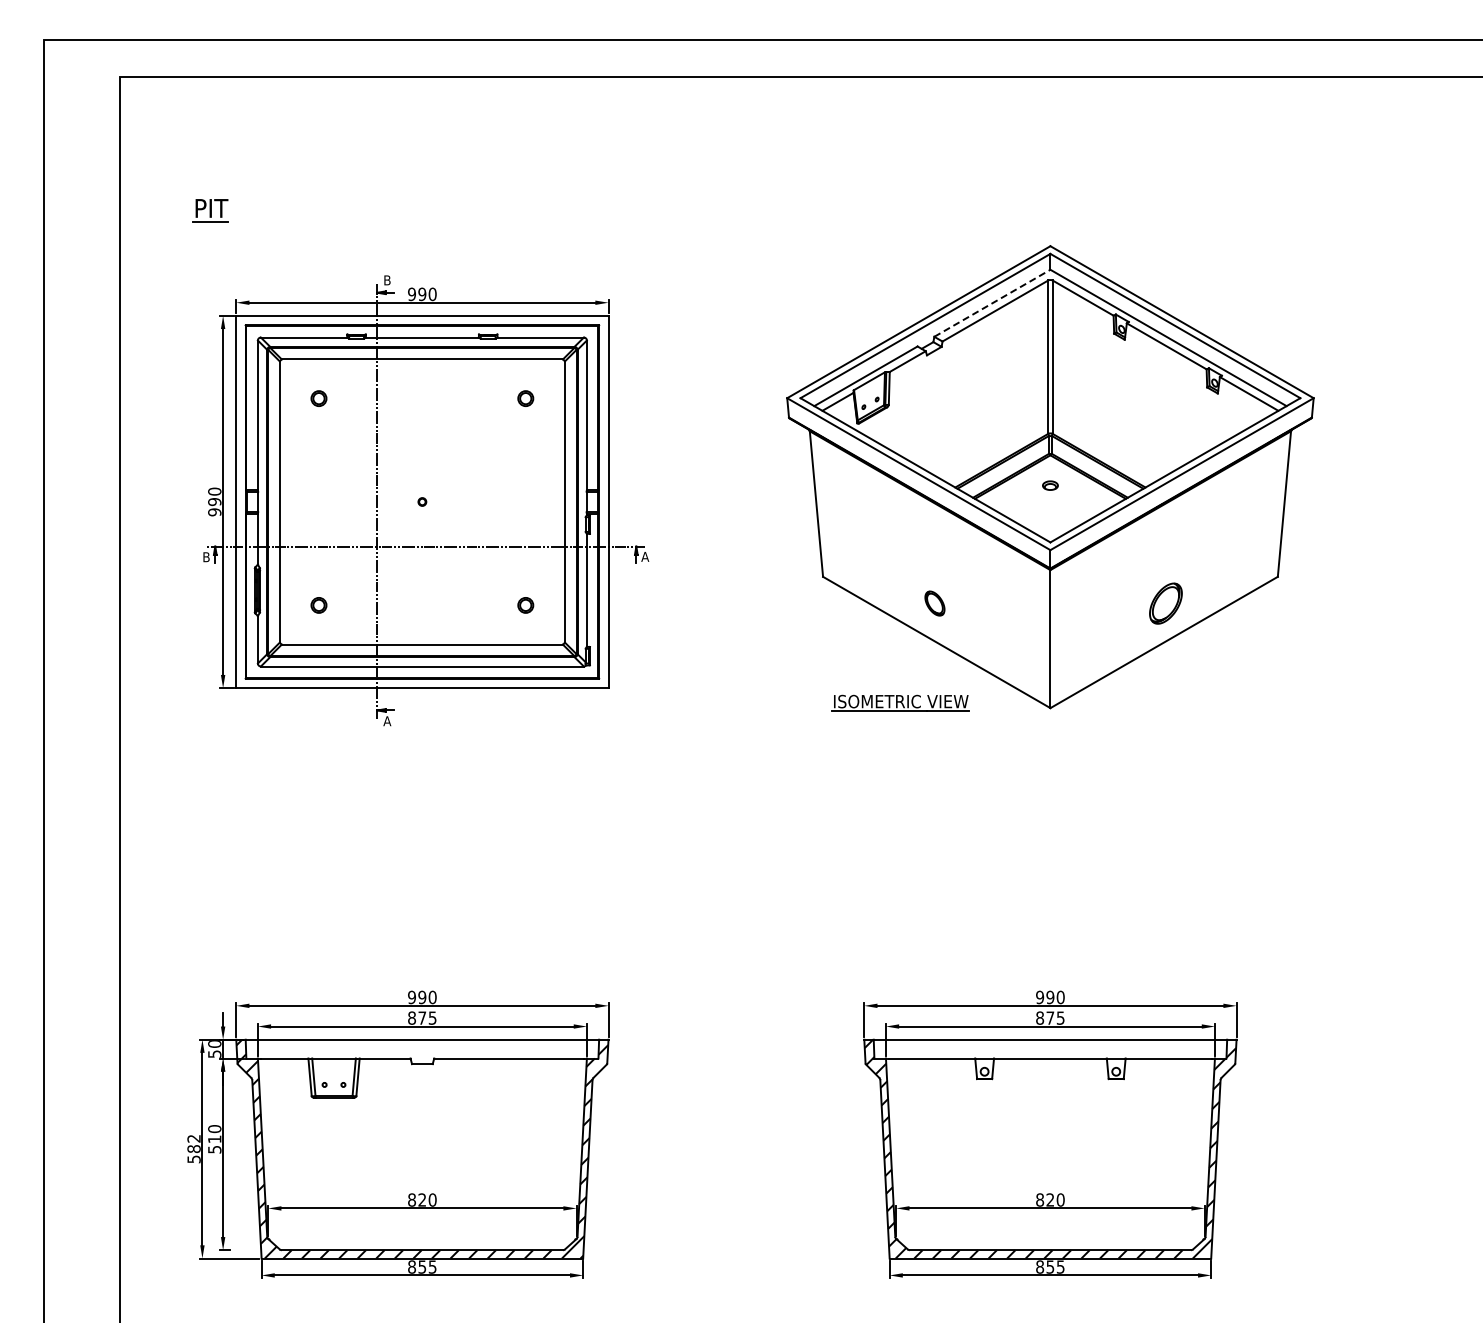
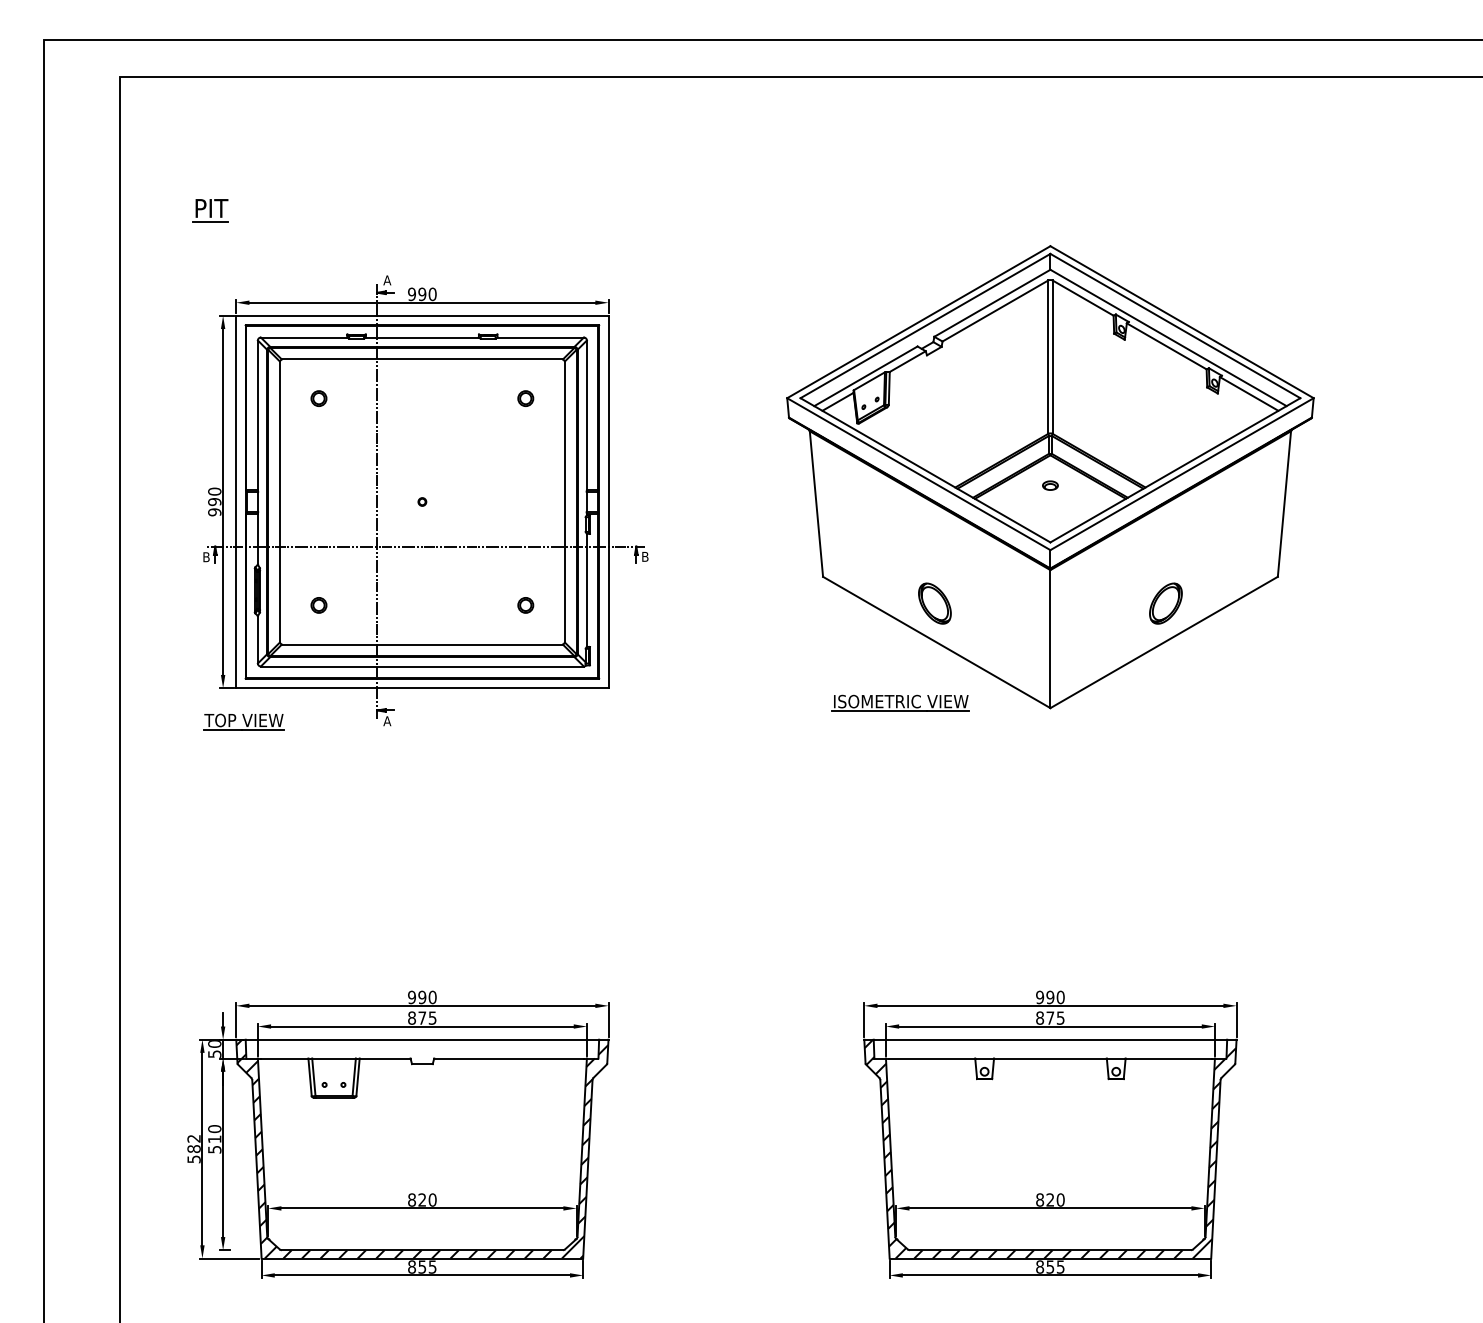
text at (387, 280): B -> A
line at (992, 303): dashed -> solid
text at (645, 556): A -> B
part at (934, 603) size: 22x27 px -> 34x43 px
part at (243, 721): none -> present
